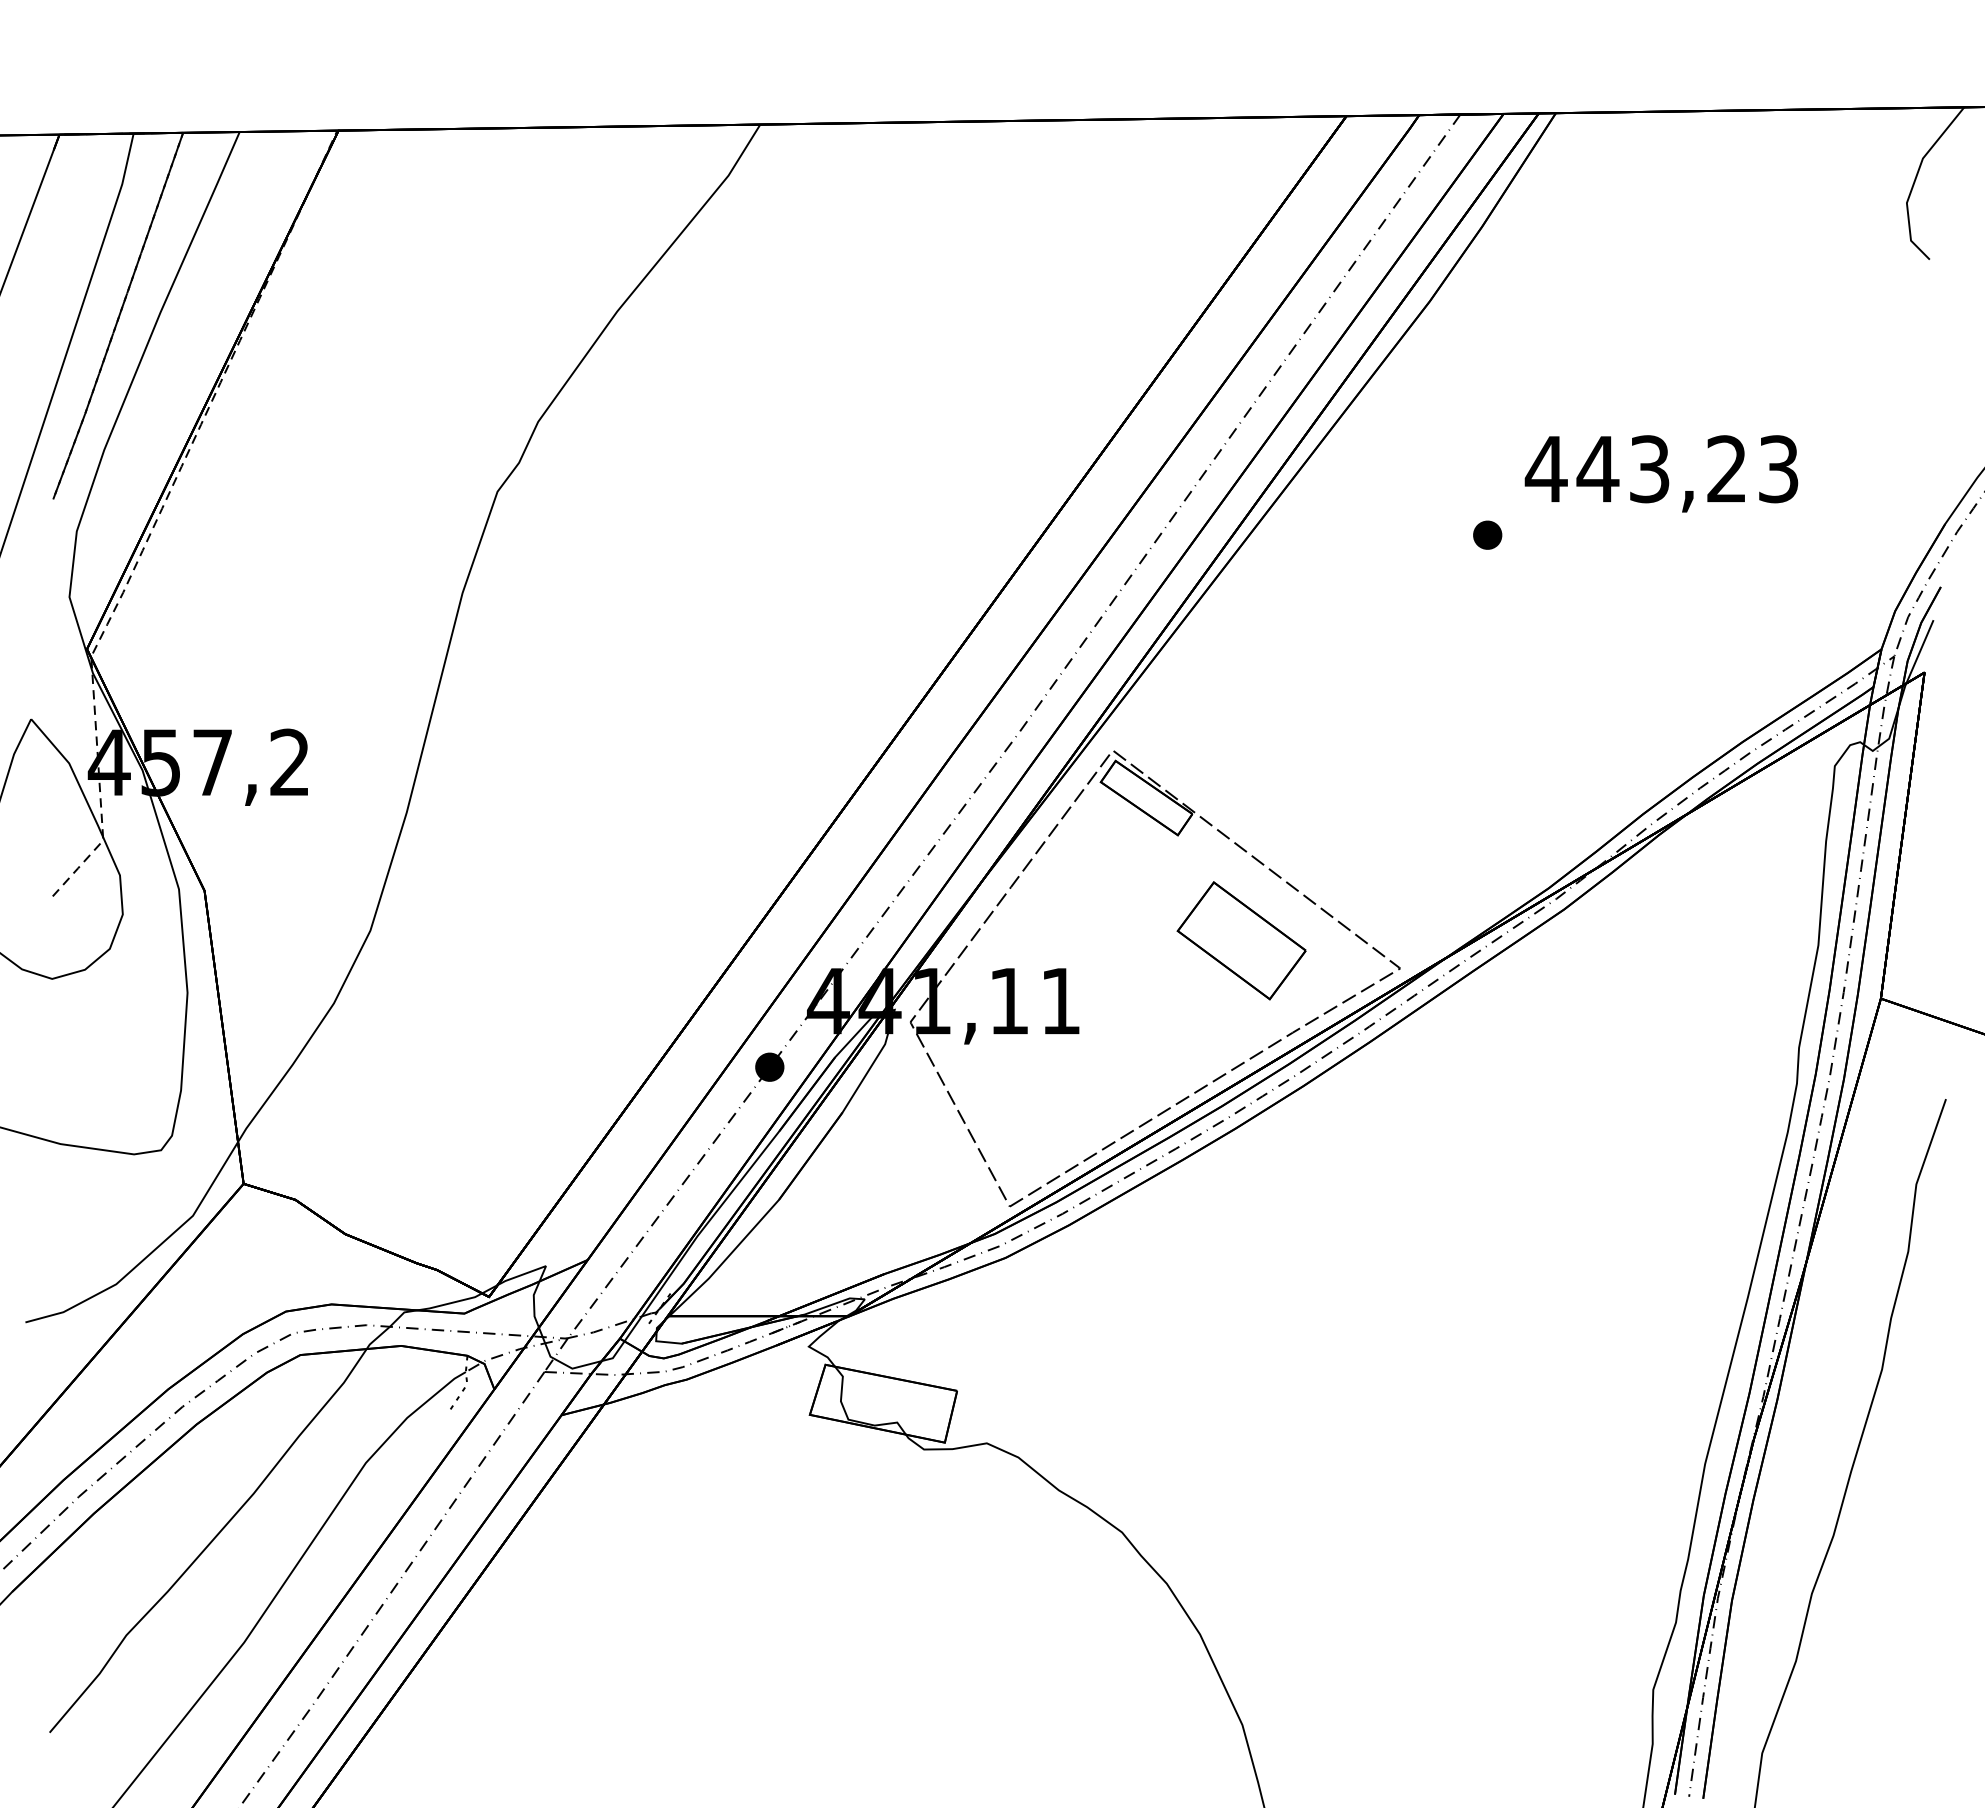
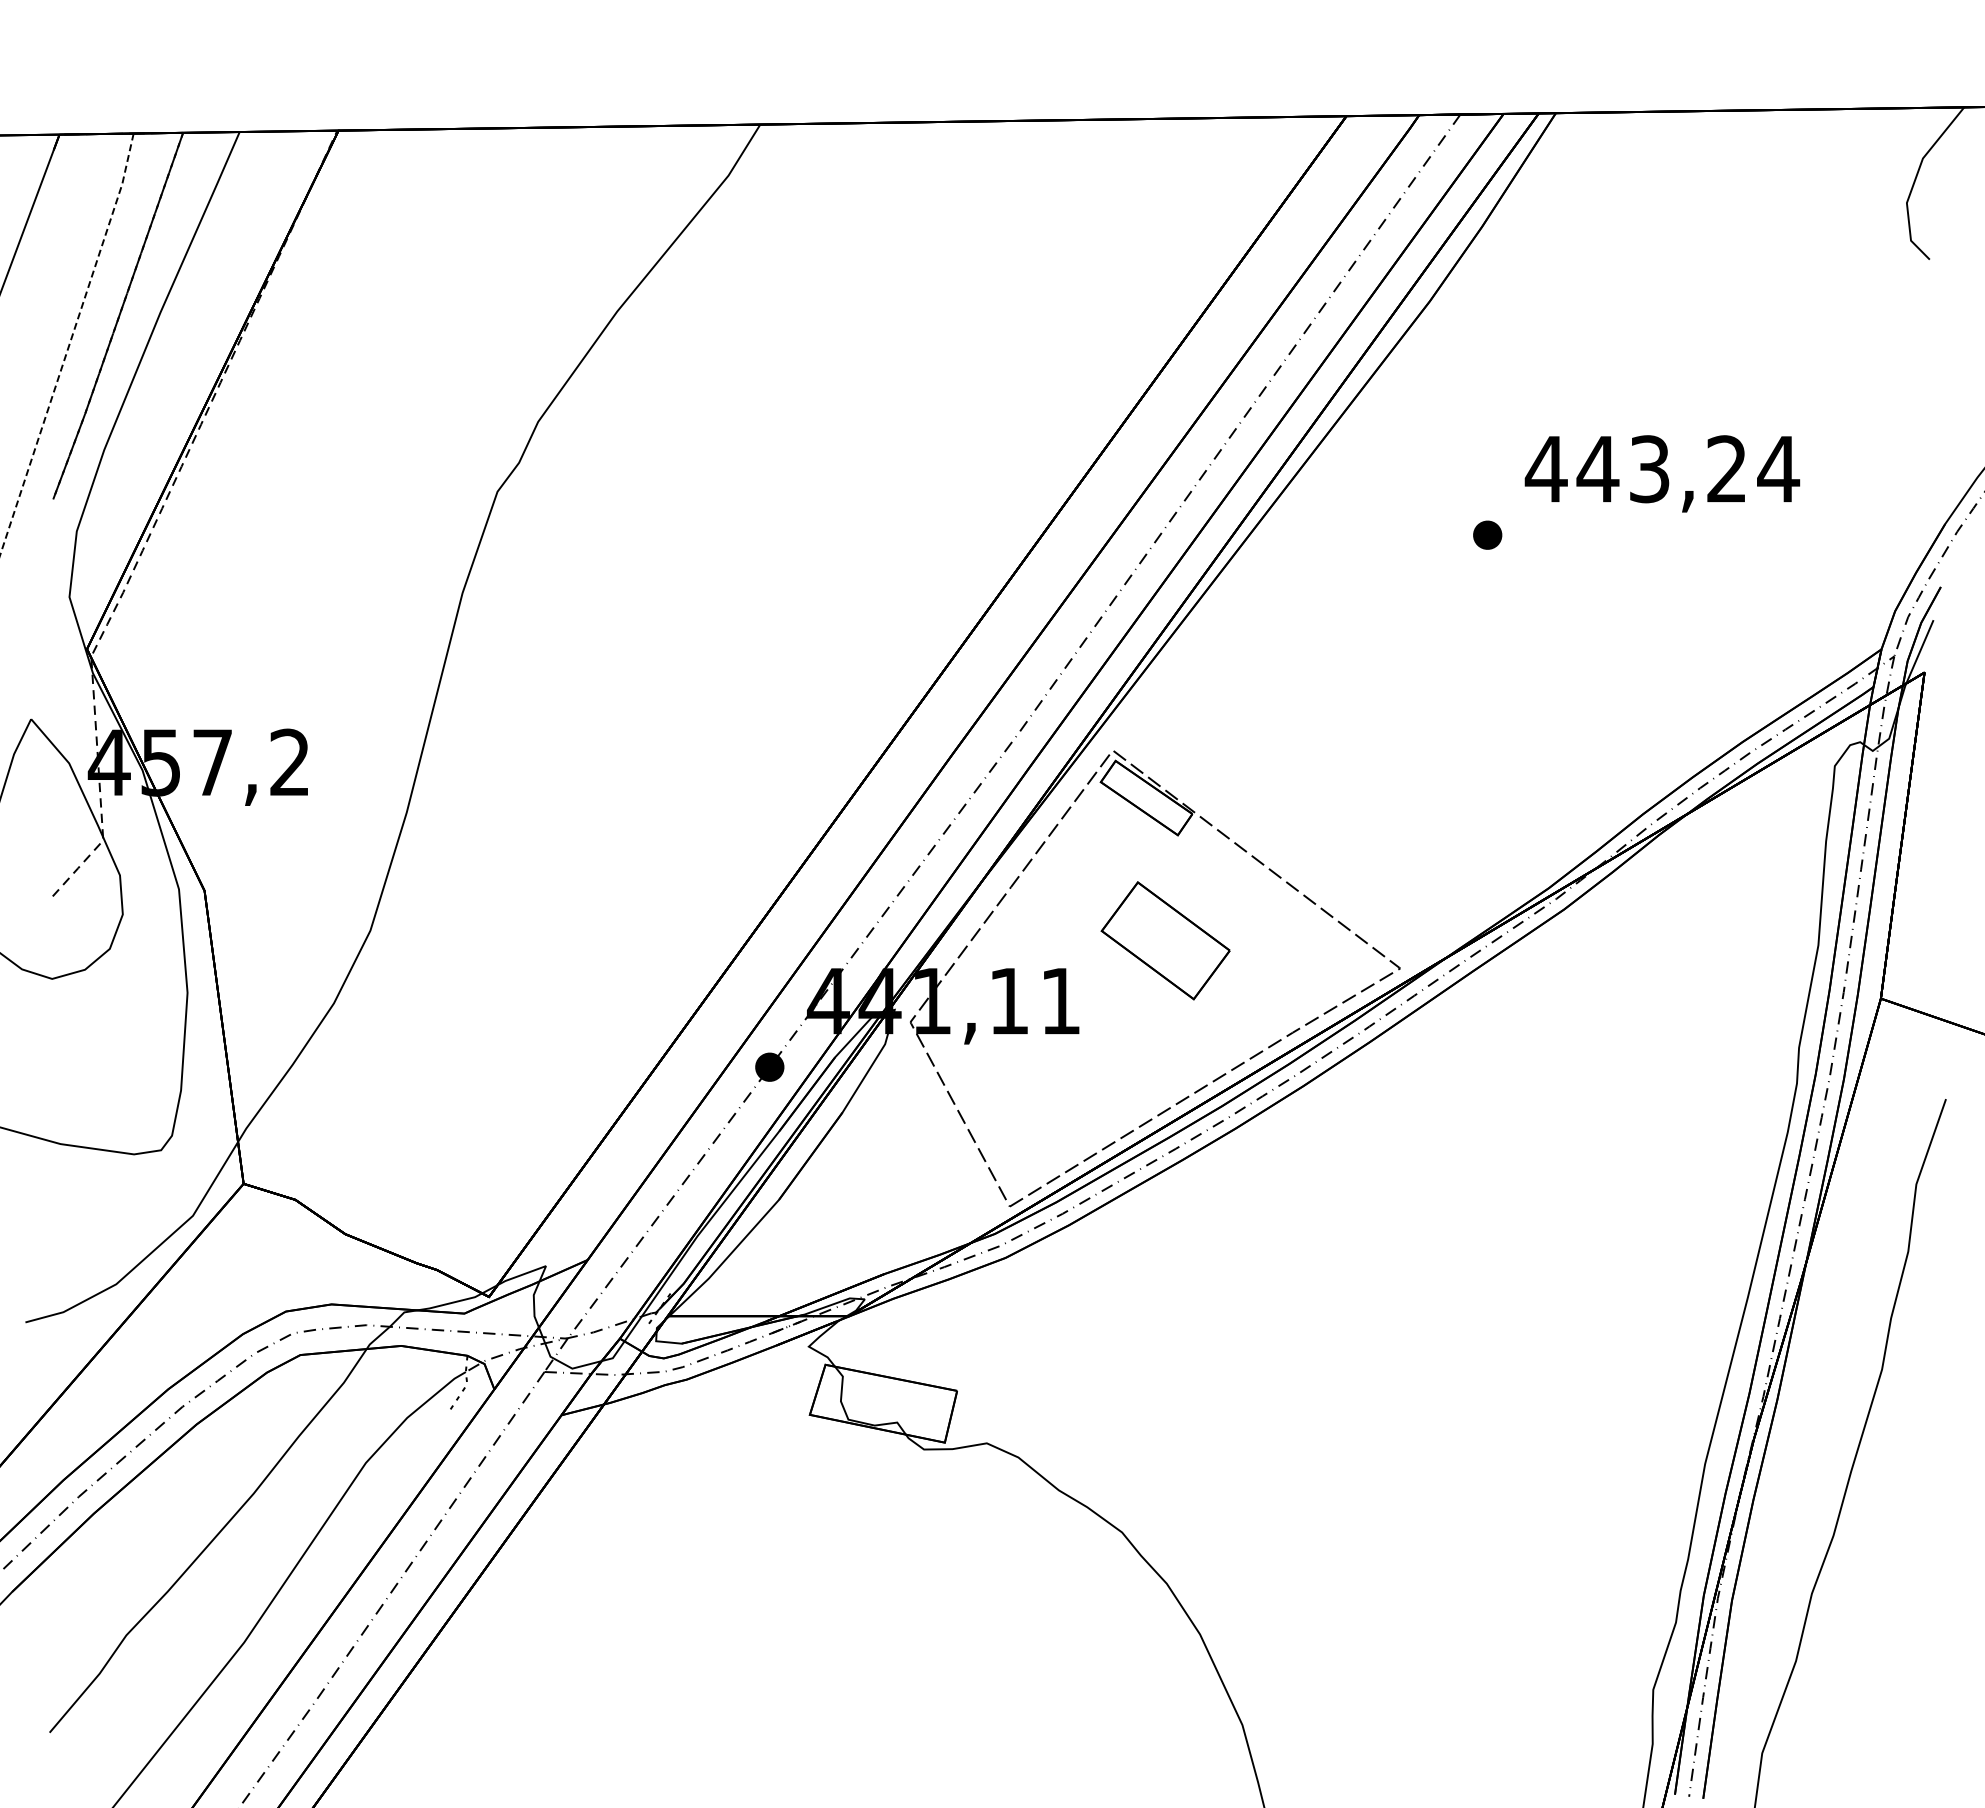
line at (69, 344): solid -> dashed
text at (1778, 469): 443,23 -> 443,24
part at (1241, 940) position: (1241, 940) -> (1165, 940)
